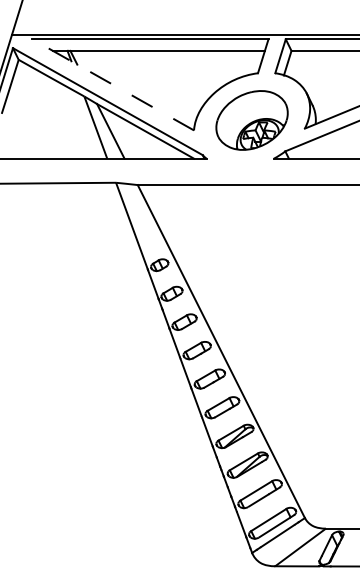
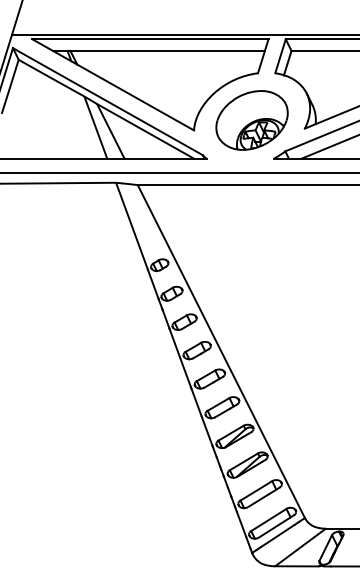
line at (113, 84): dashed -> solid
line at (328, 147): none -> present
line at (179, 173): none -> present
